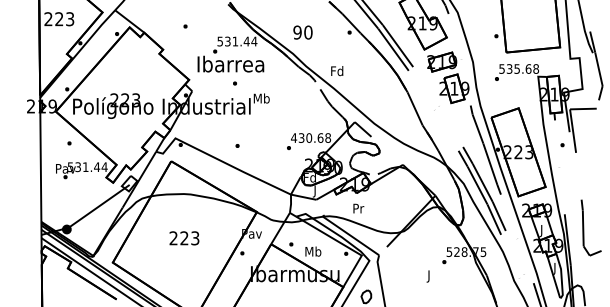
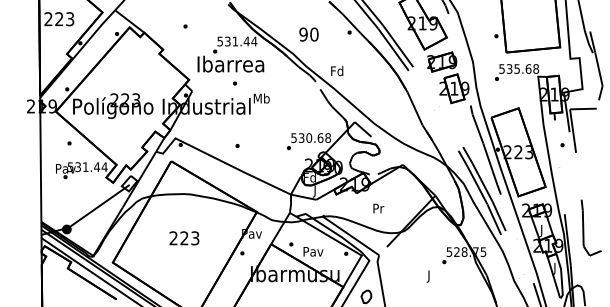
text at (302, 32) position: (302, 32) -> (308, 34)
text at (294, 137): 430.68 -> 530.68
text at (358, 208) position: (358, 208) -> (378, 208)
text at (313, 251): Mb -> Pav
